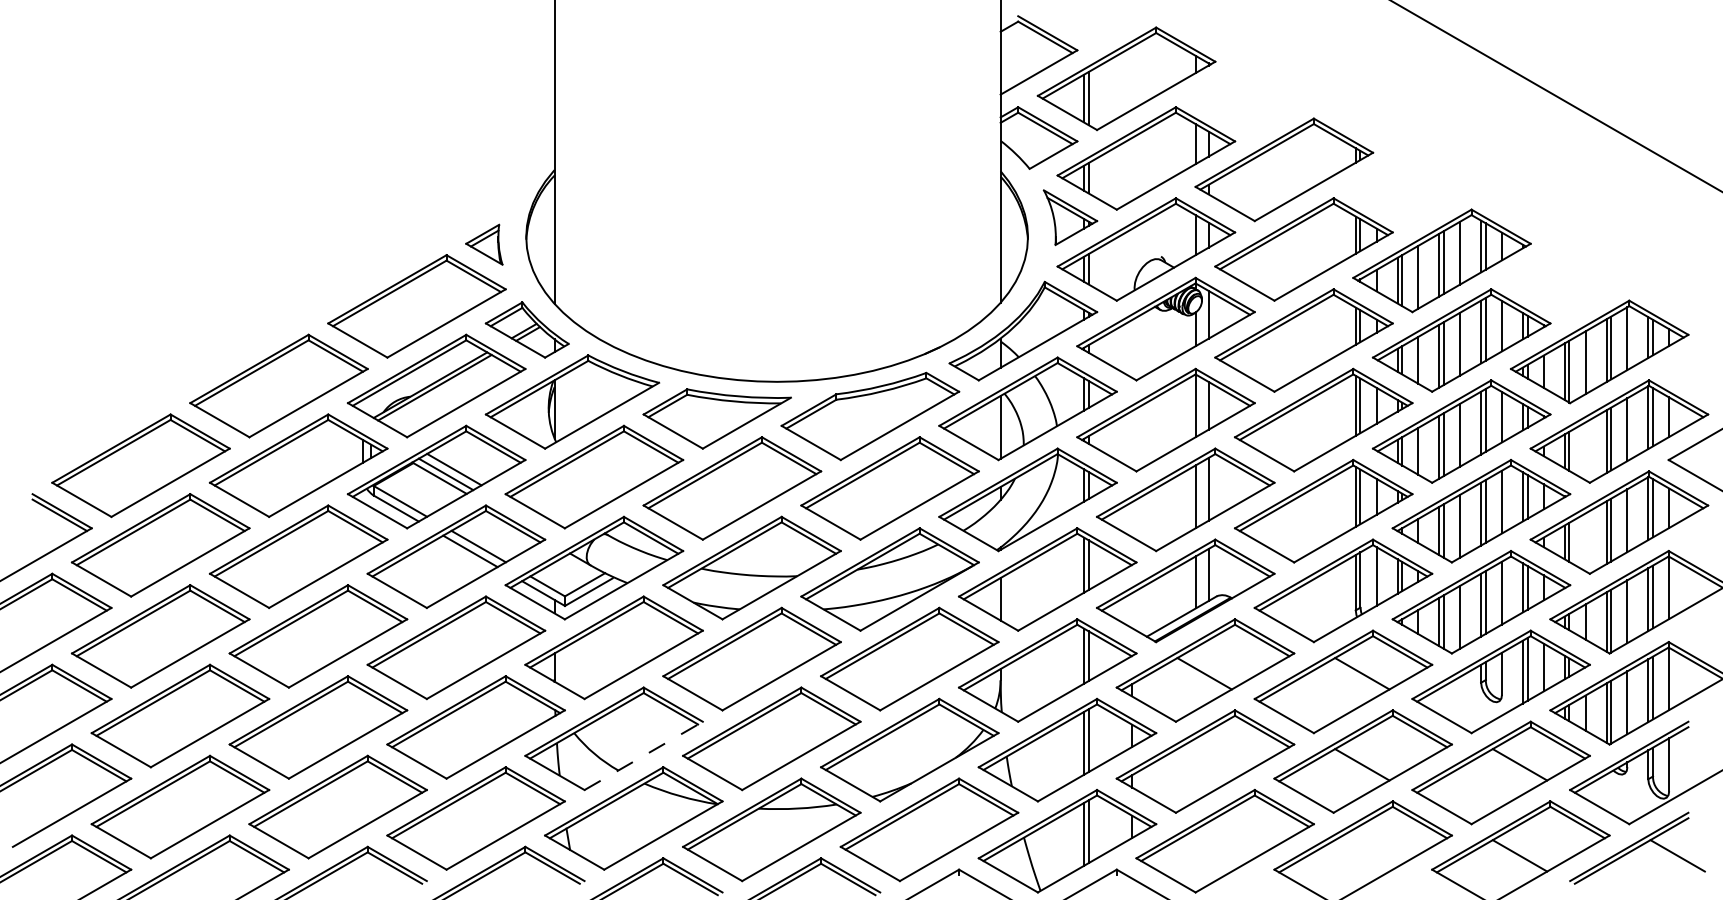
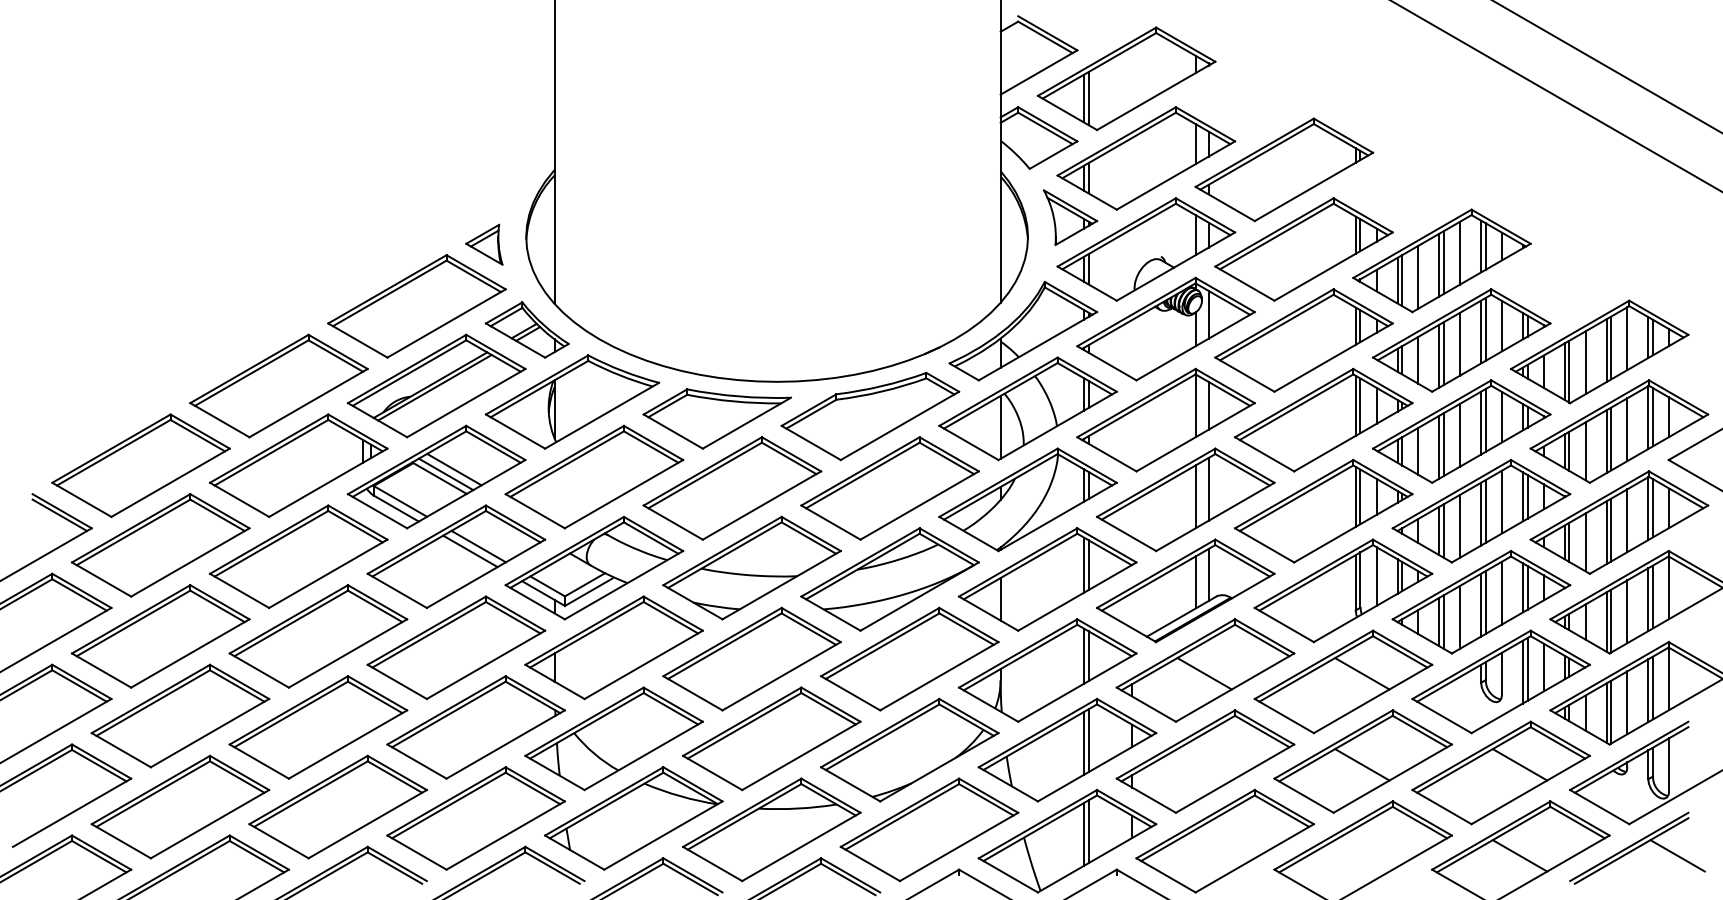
line at (1607, 66): none -> present
line at (1585, 451): none -> present
line at (1585, 542): none -> present
line at (644, 755): dashed -> solid
